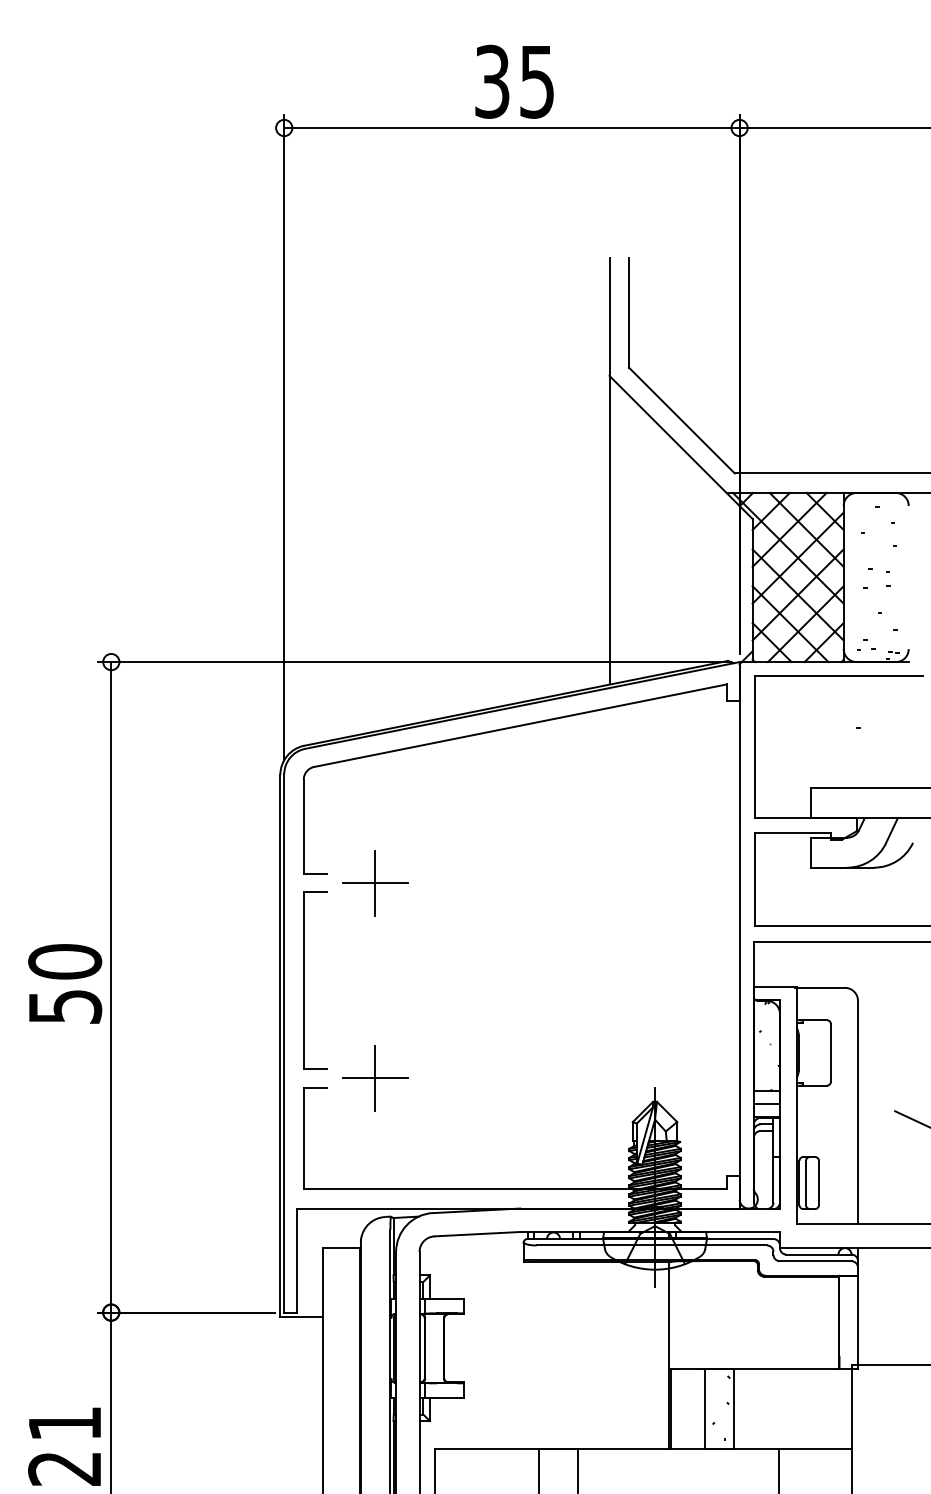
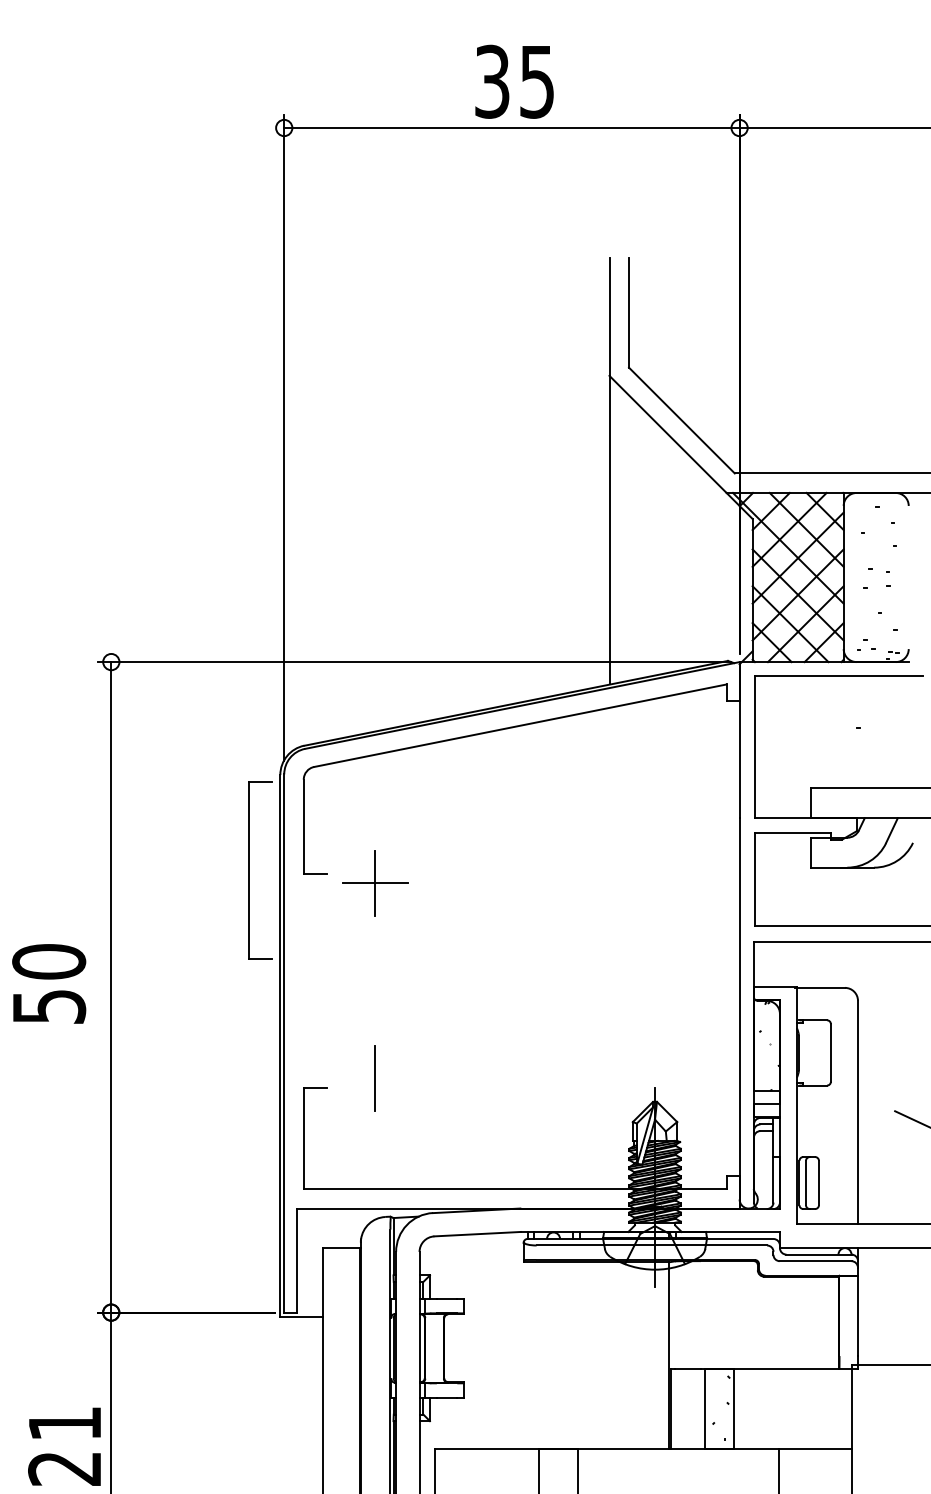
part at (304, 980) position: (304, 980) -> (249, 870)
text at (65, 983) position: (65, 983) -> (49, 983)
line at (374, 1078): present -> none
